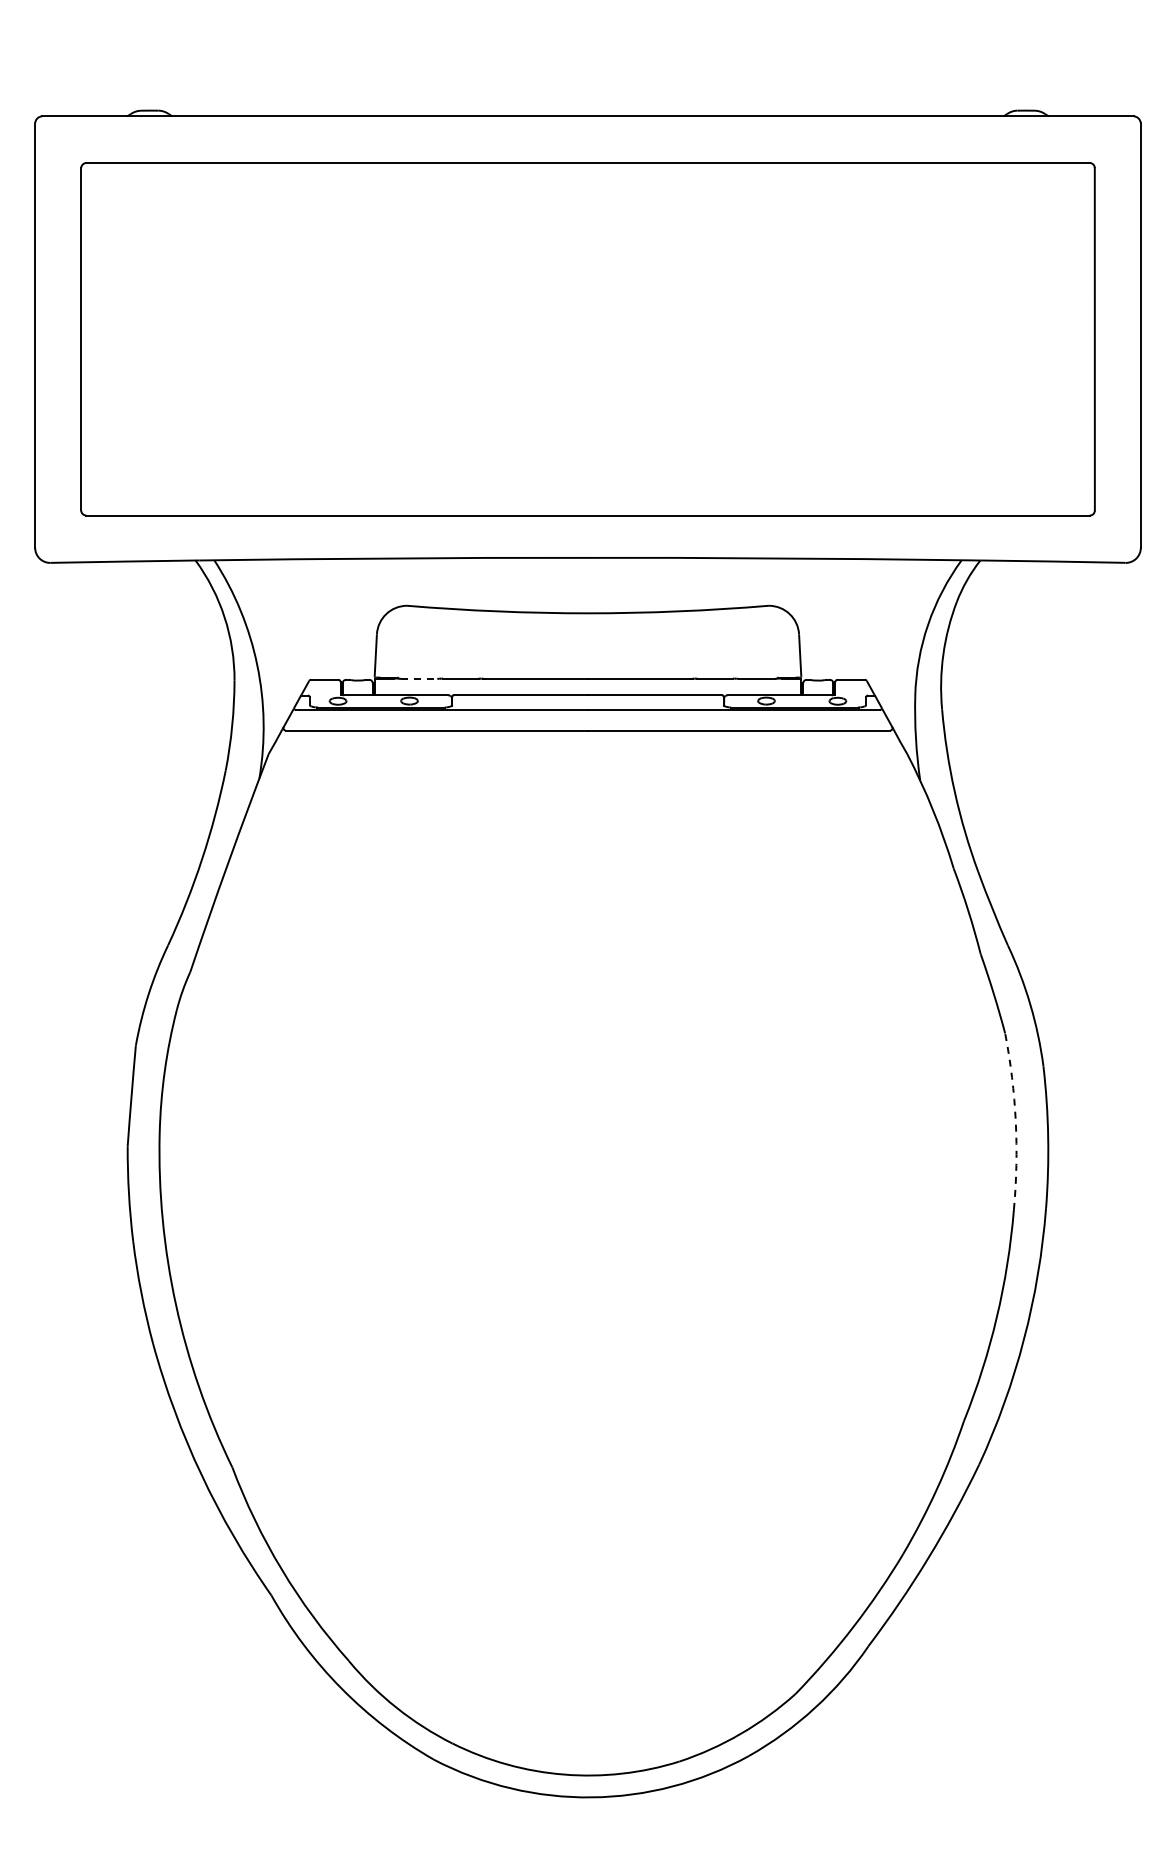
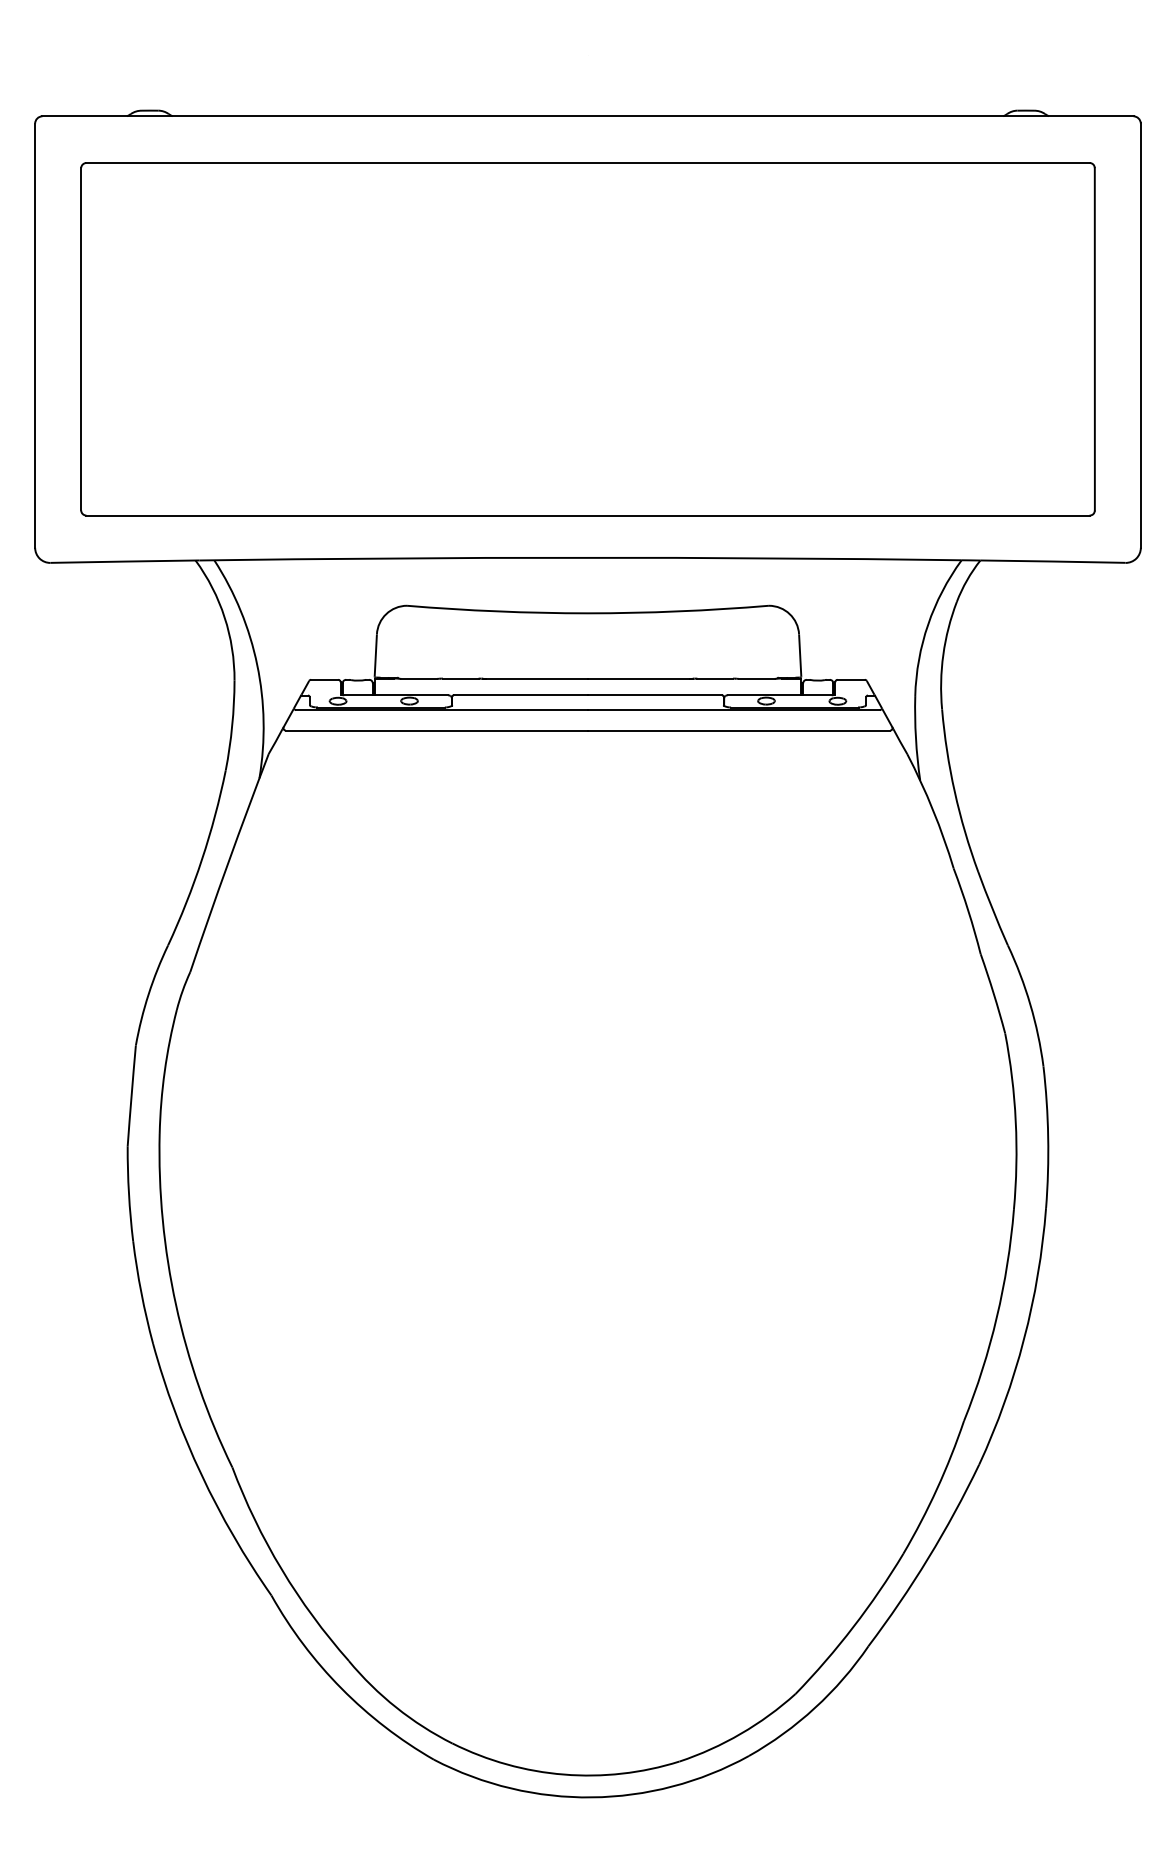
line at (419, 678): dashed -> solid
arc at (1015, 1121): dashed -> solid
